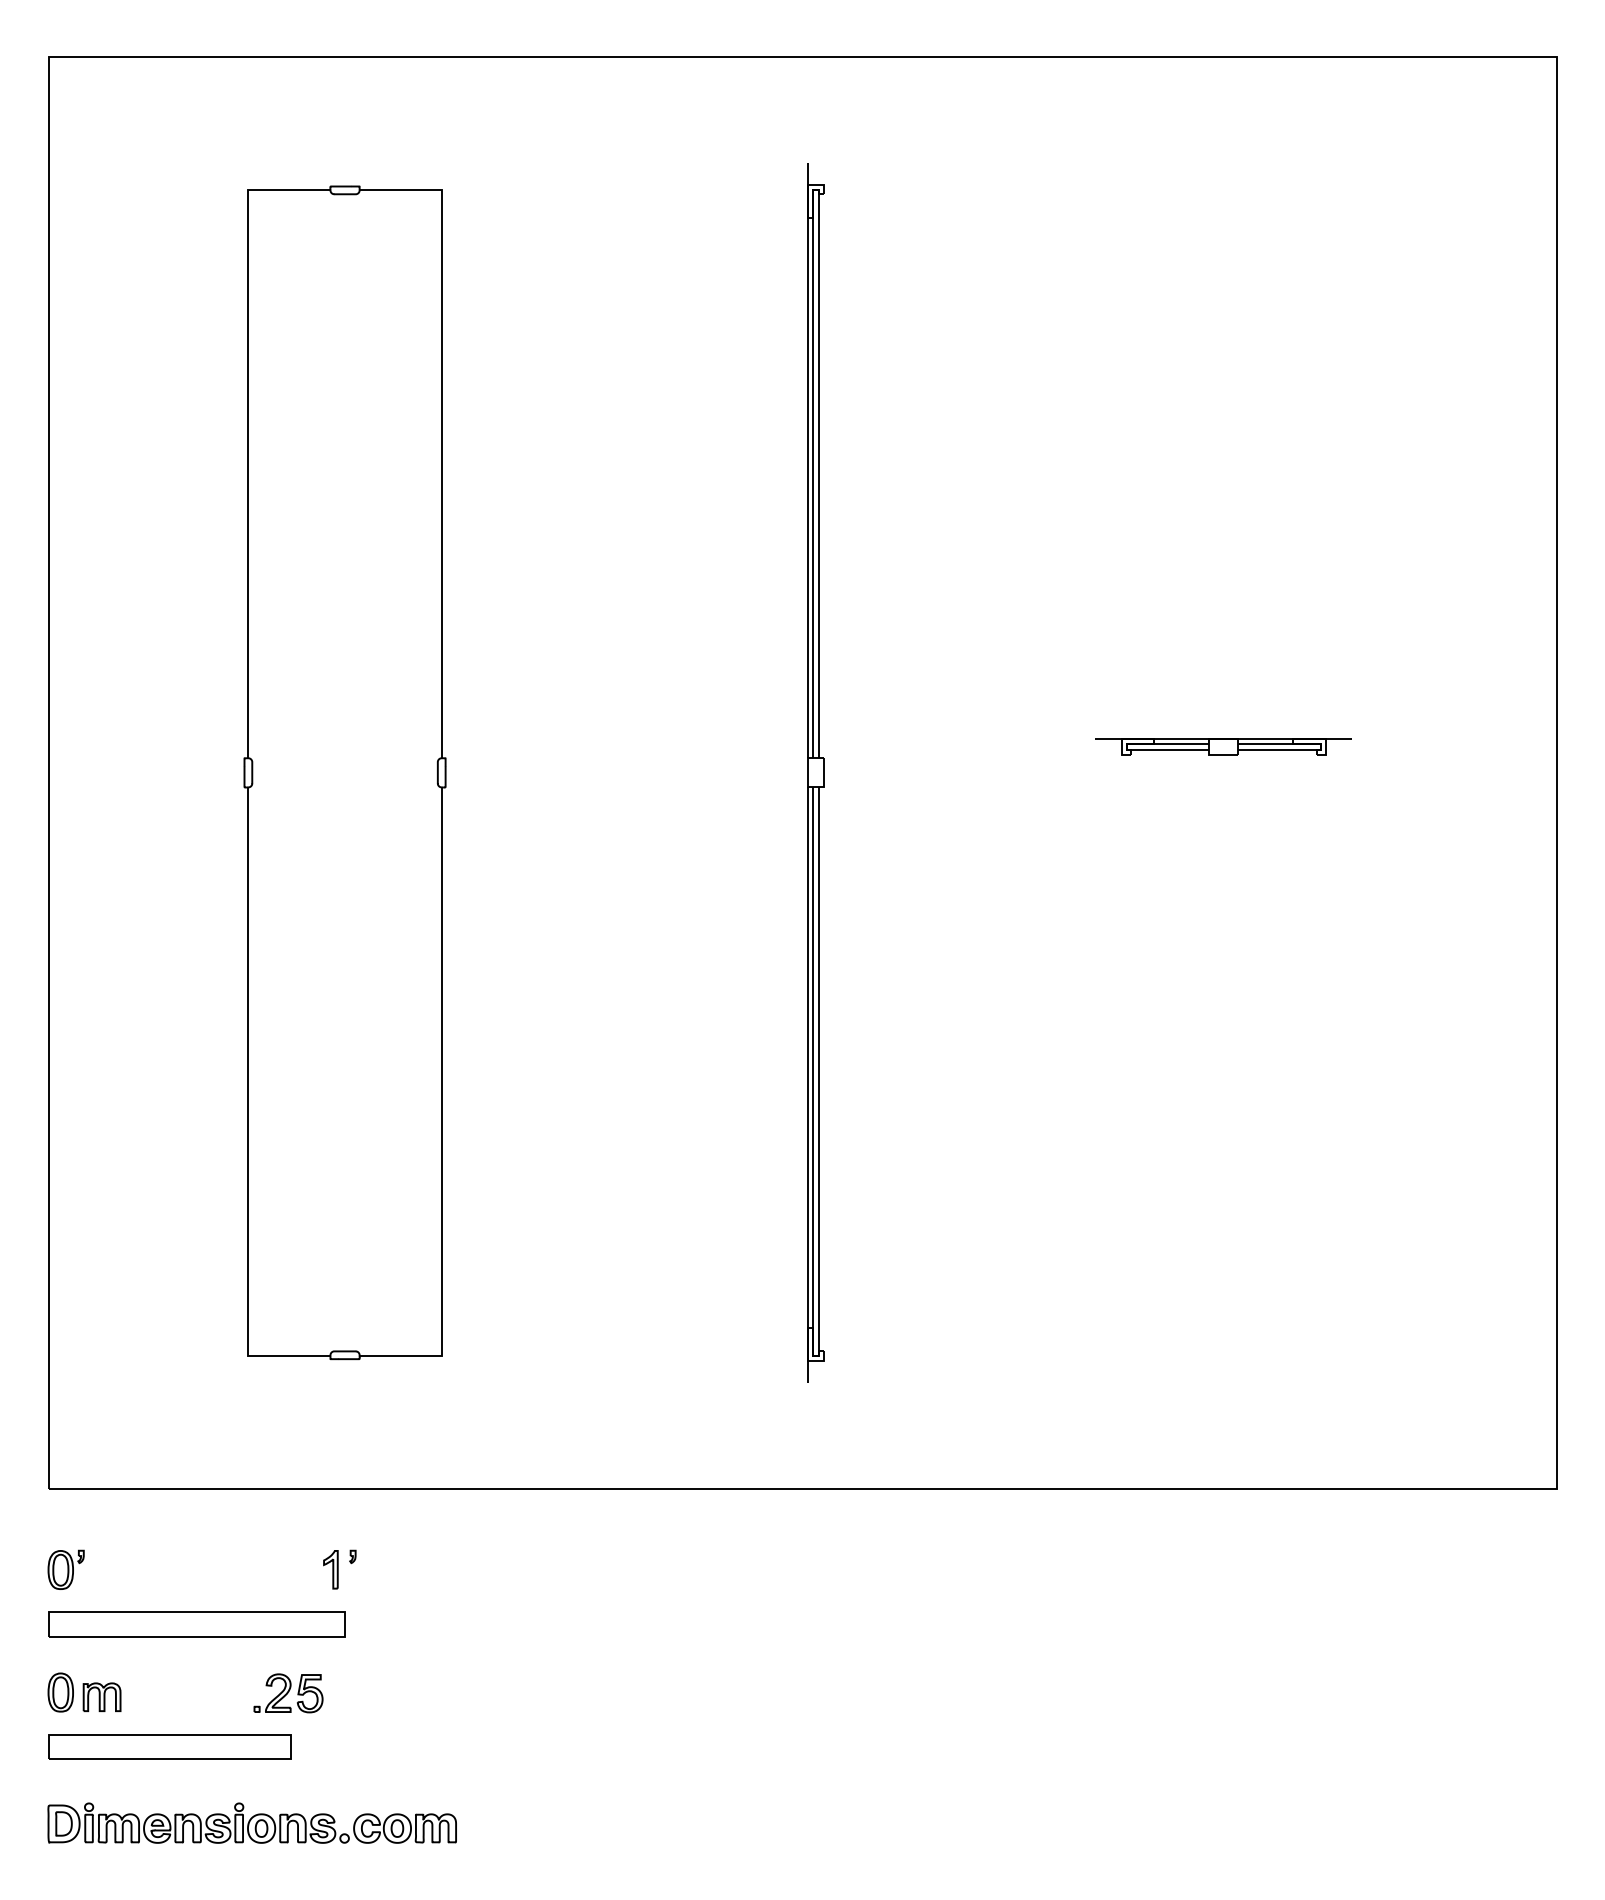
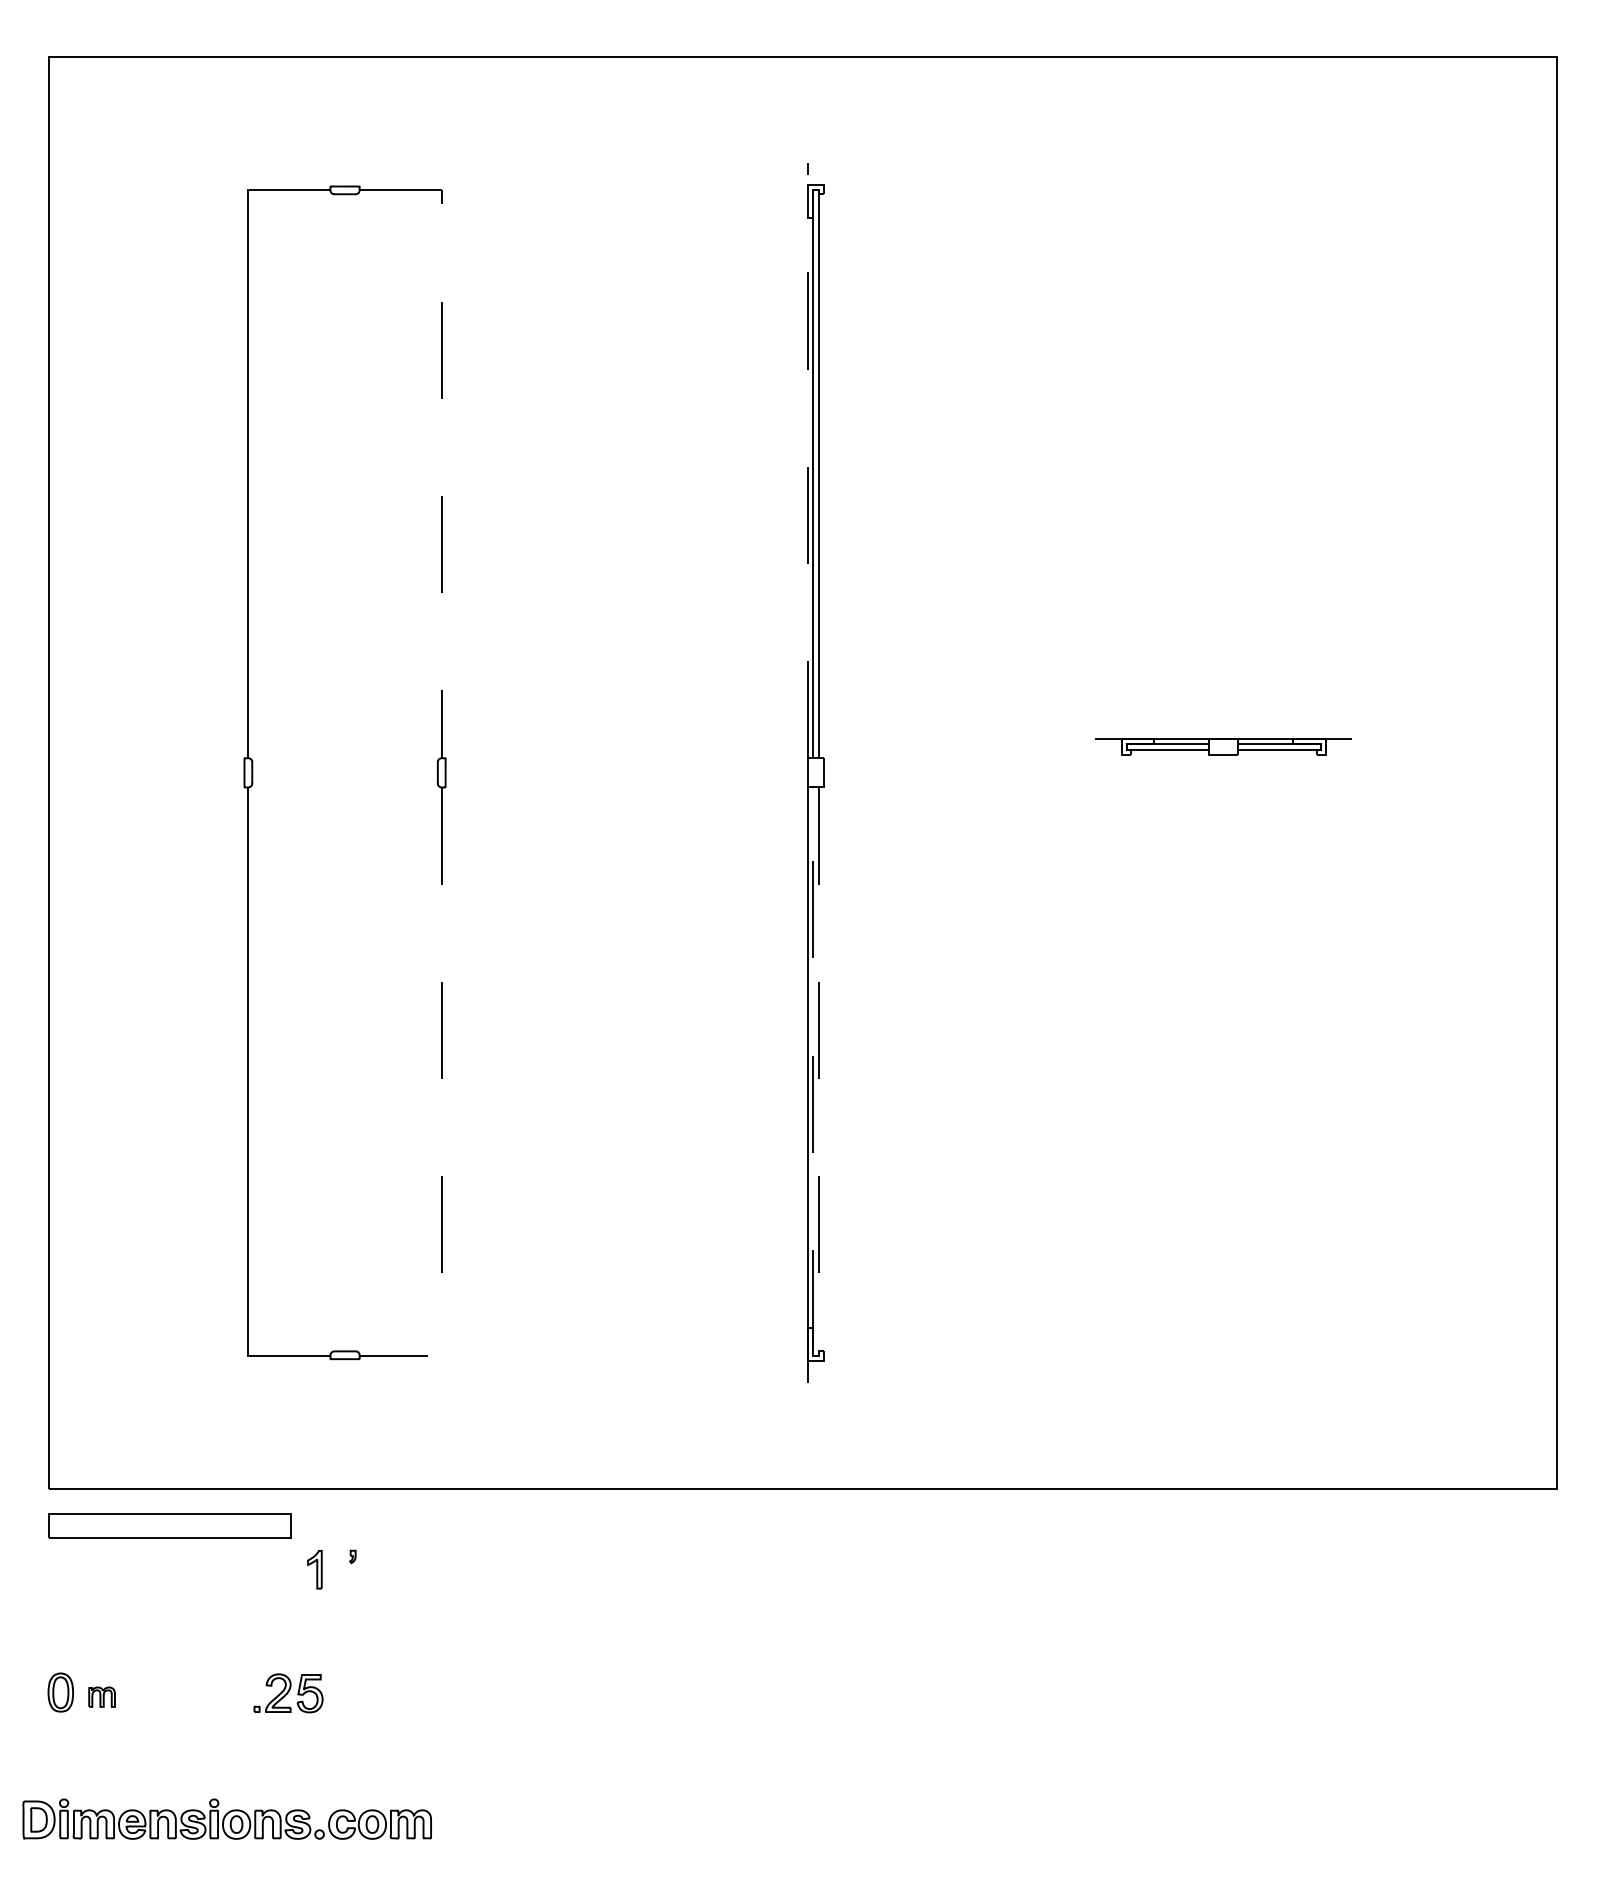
line at (442, 432): solid -> dashed
line at (808, 460): solid -> dashed
line at (442, 1114): solid -> dashed
line at (816, 1355): solid -> dashed
part at (65, 1569): present -> none
part at (330, 1569) position: (330, 1569) -> (314, 1569)
part at (196, 1624): present -> none
part at (101, 1696) size: 40x30 px -> 28x22 px
part at (169, 1746) position: (169, 1746) -> (169, 1525)
part at (251, 1822) position: (251, 1822) -> (226, 1818)
